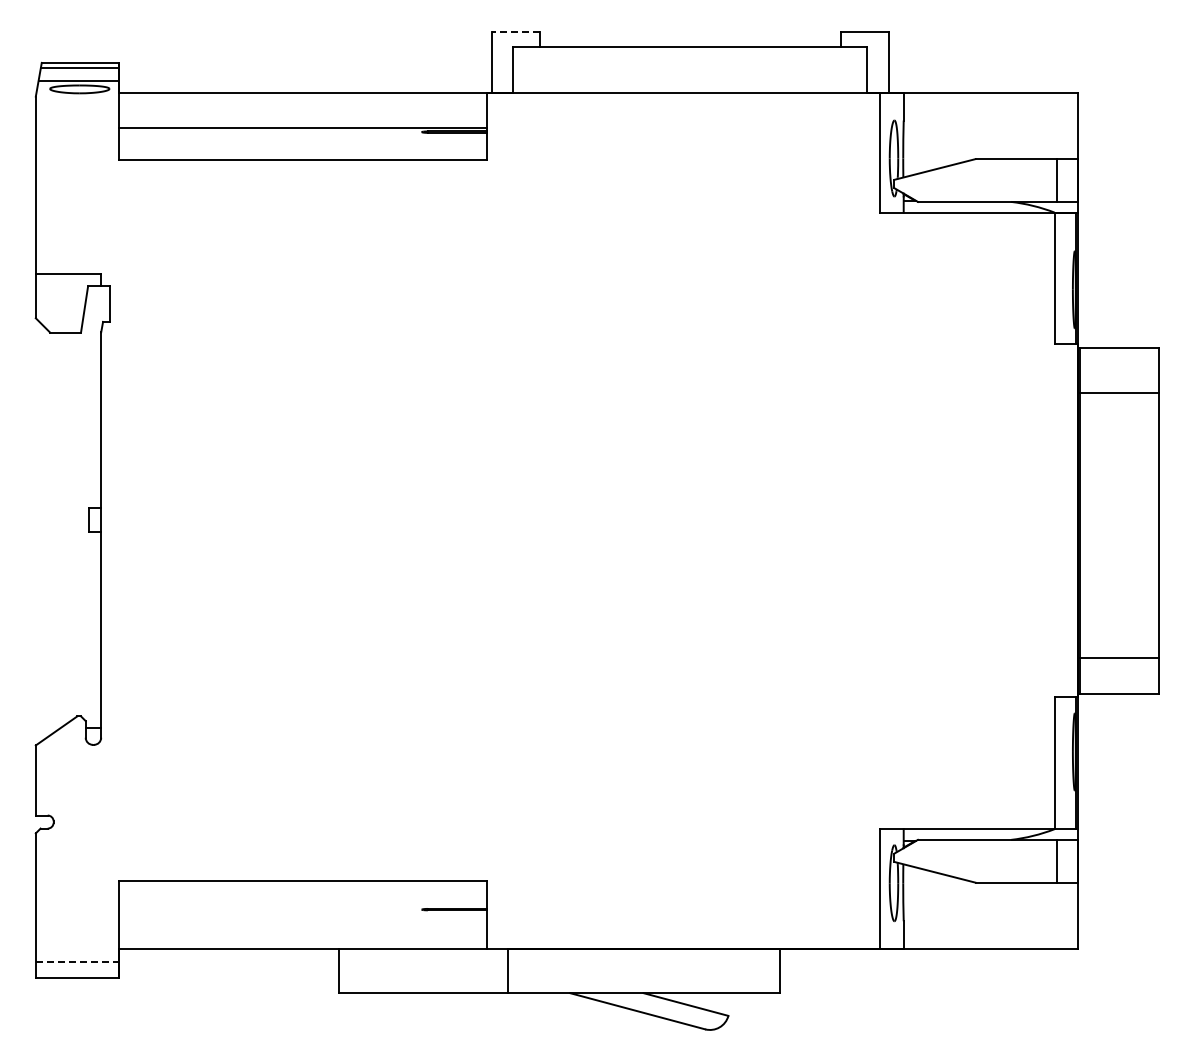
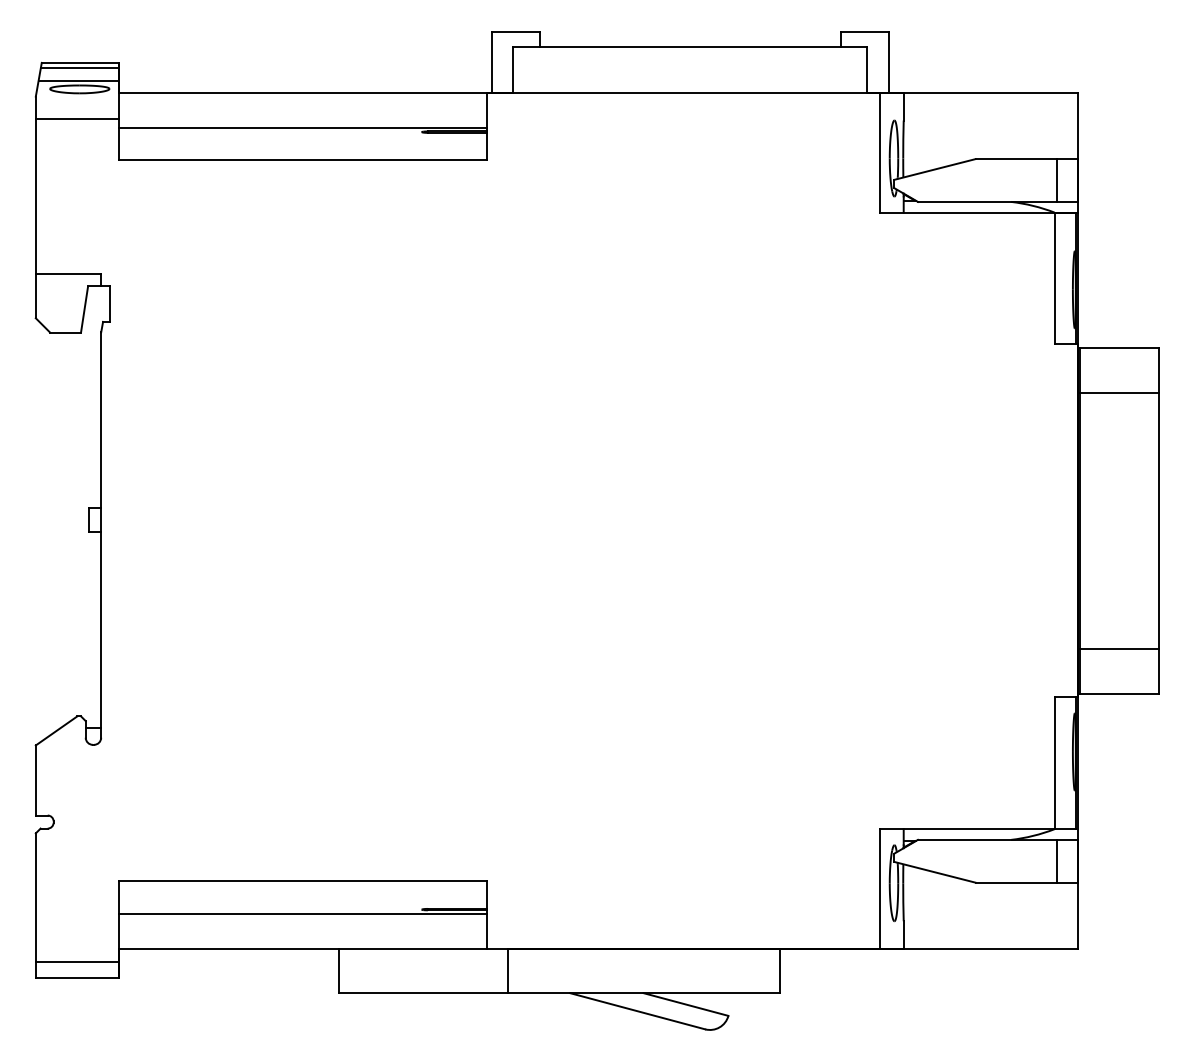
line at (515, 32): dashed -> solid
line at (77, 118): none -> present
line at (1119, 657) position: (1119, 657) -> (1119, 648)
line at (303, 913): none -> present
line at (77, 961): dashed -> solid
